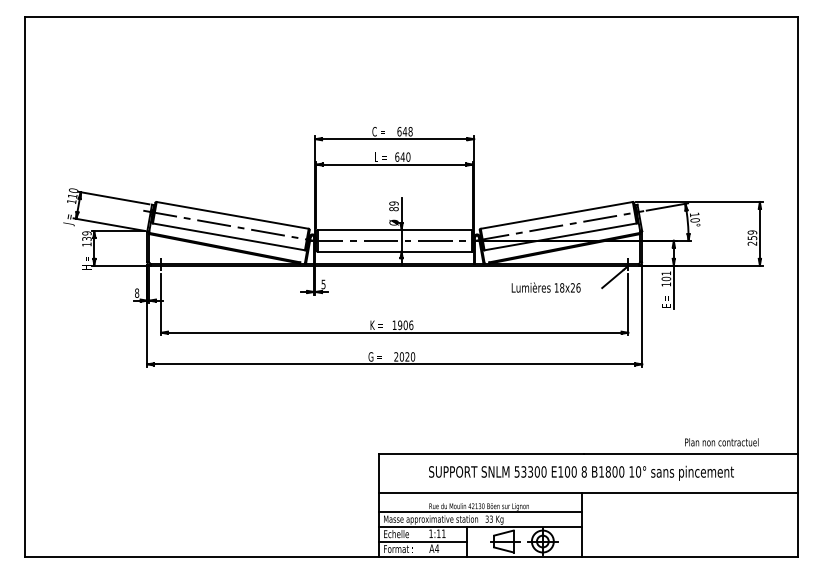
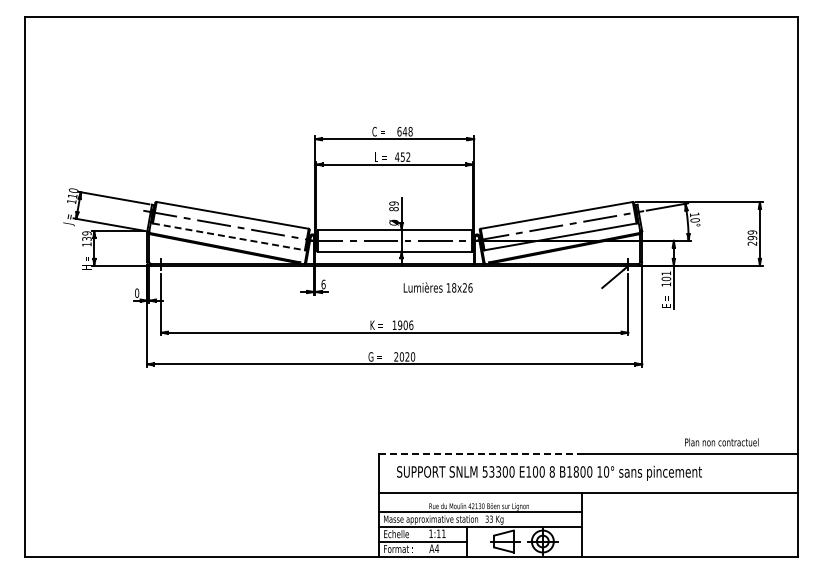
text at (402, 156): 640 -> 452
line at (229, 236): solid -> dashed
text at (751, 238): 259 -> 299
text at (323, 284): 5 -> 6
text at (545, 287) position: (545, 287) -> (437, 287)
text at (137, 293): 8 -> 0
line at (481, 454): solid -> dashed
text at (581, 472) position: (581, 472) -> (549, 472)
